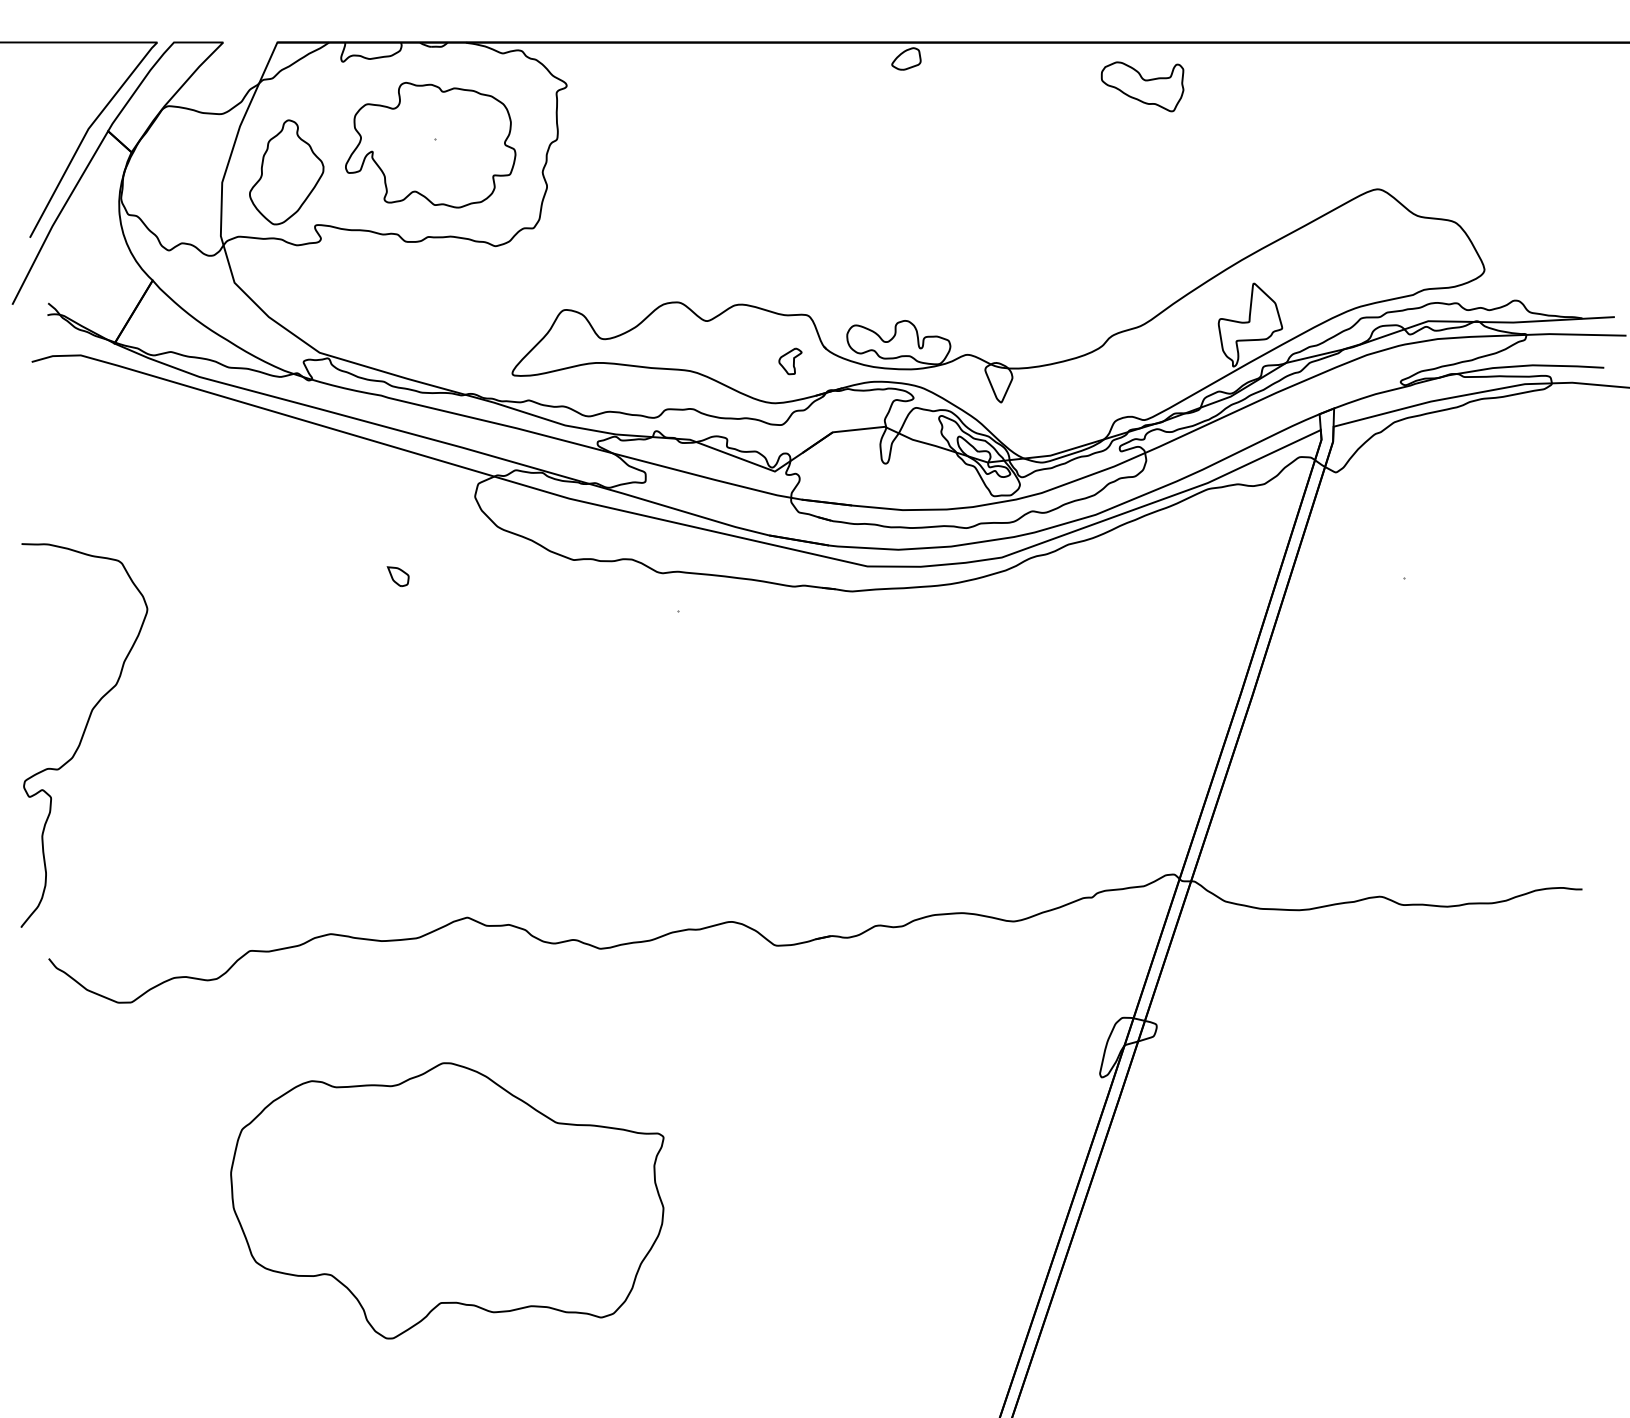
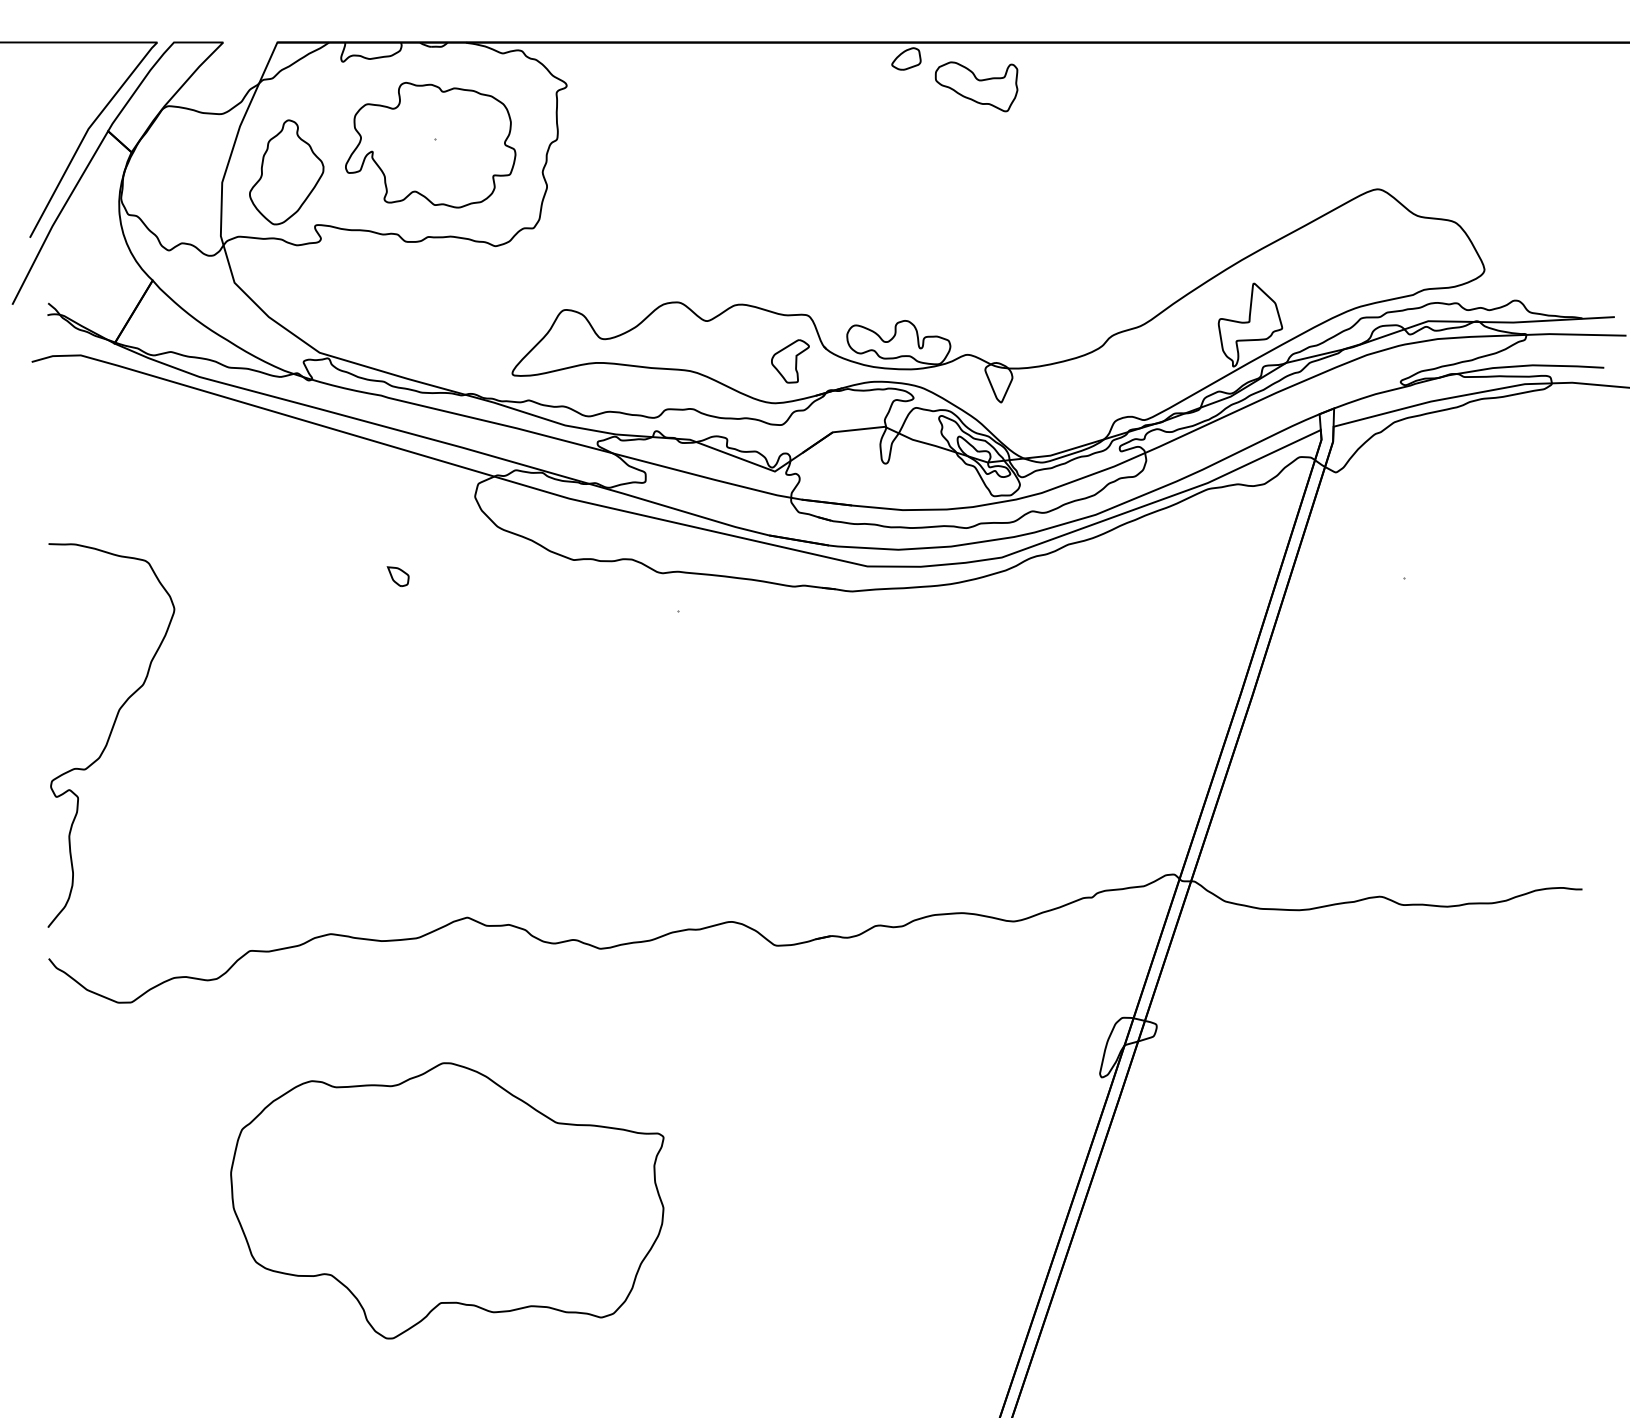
part at (1142, 86) position: (1142, 86) -> (976, 86)
part at (790, 361) size: 25x29 px -> 39x45 px
curve at (84, 734) position: (84, 734) -> (111, 734)
